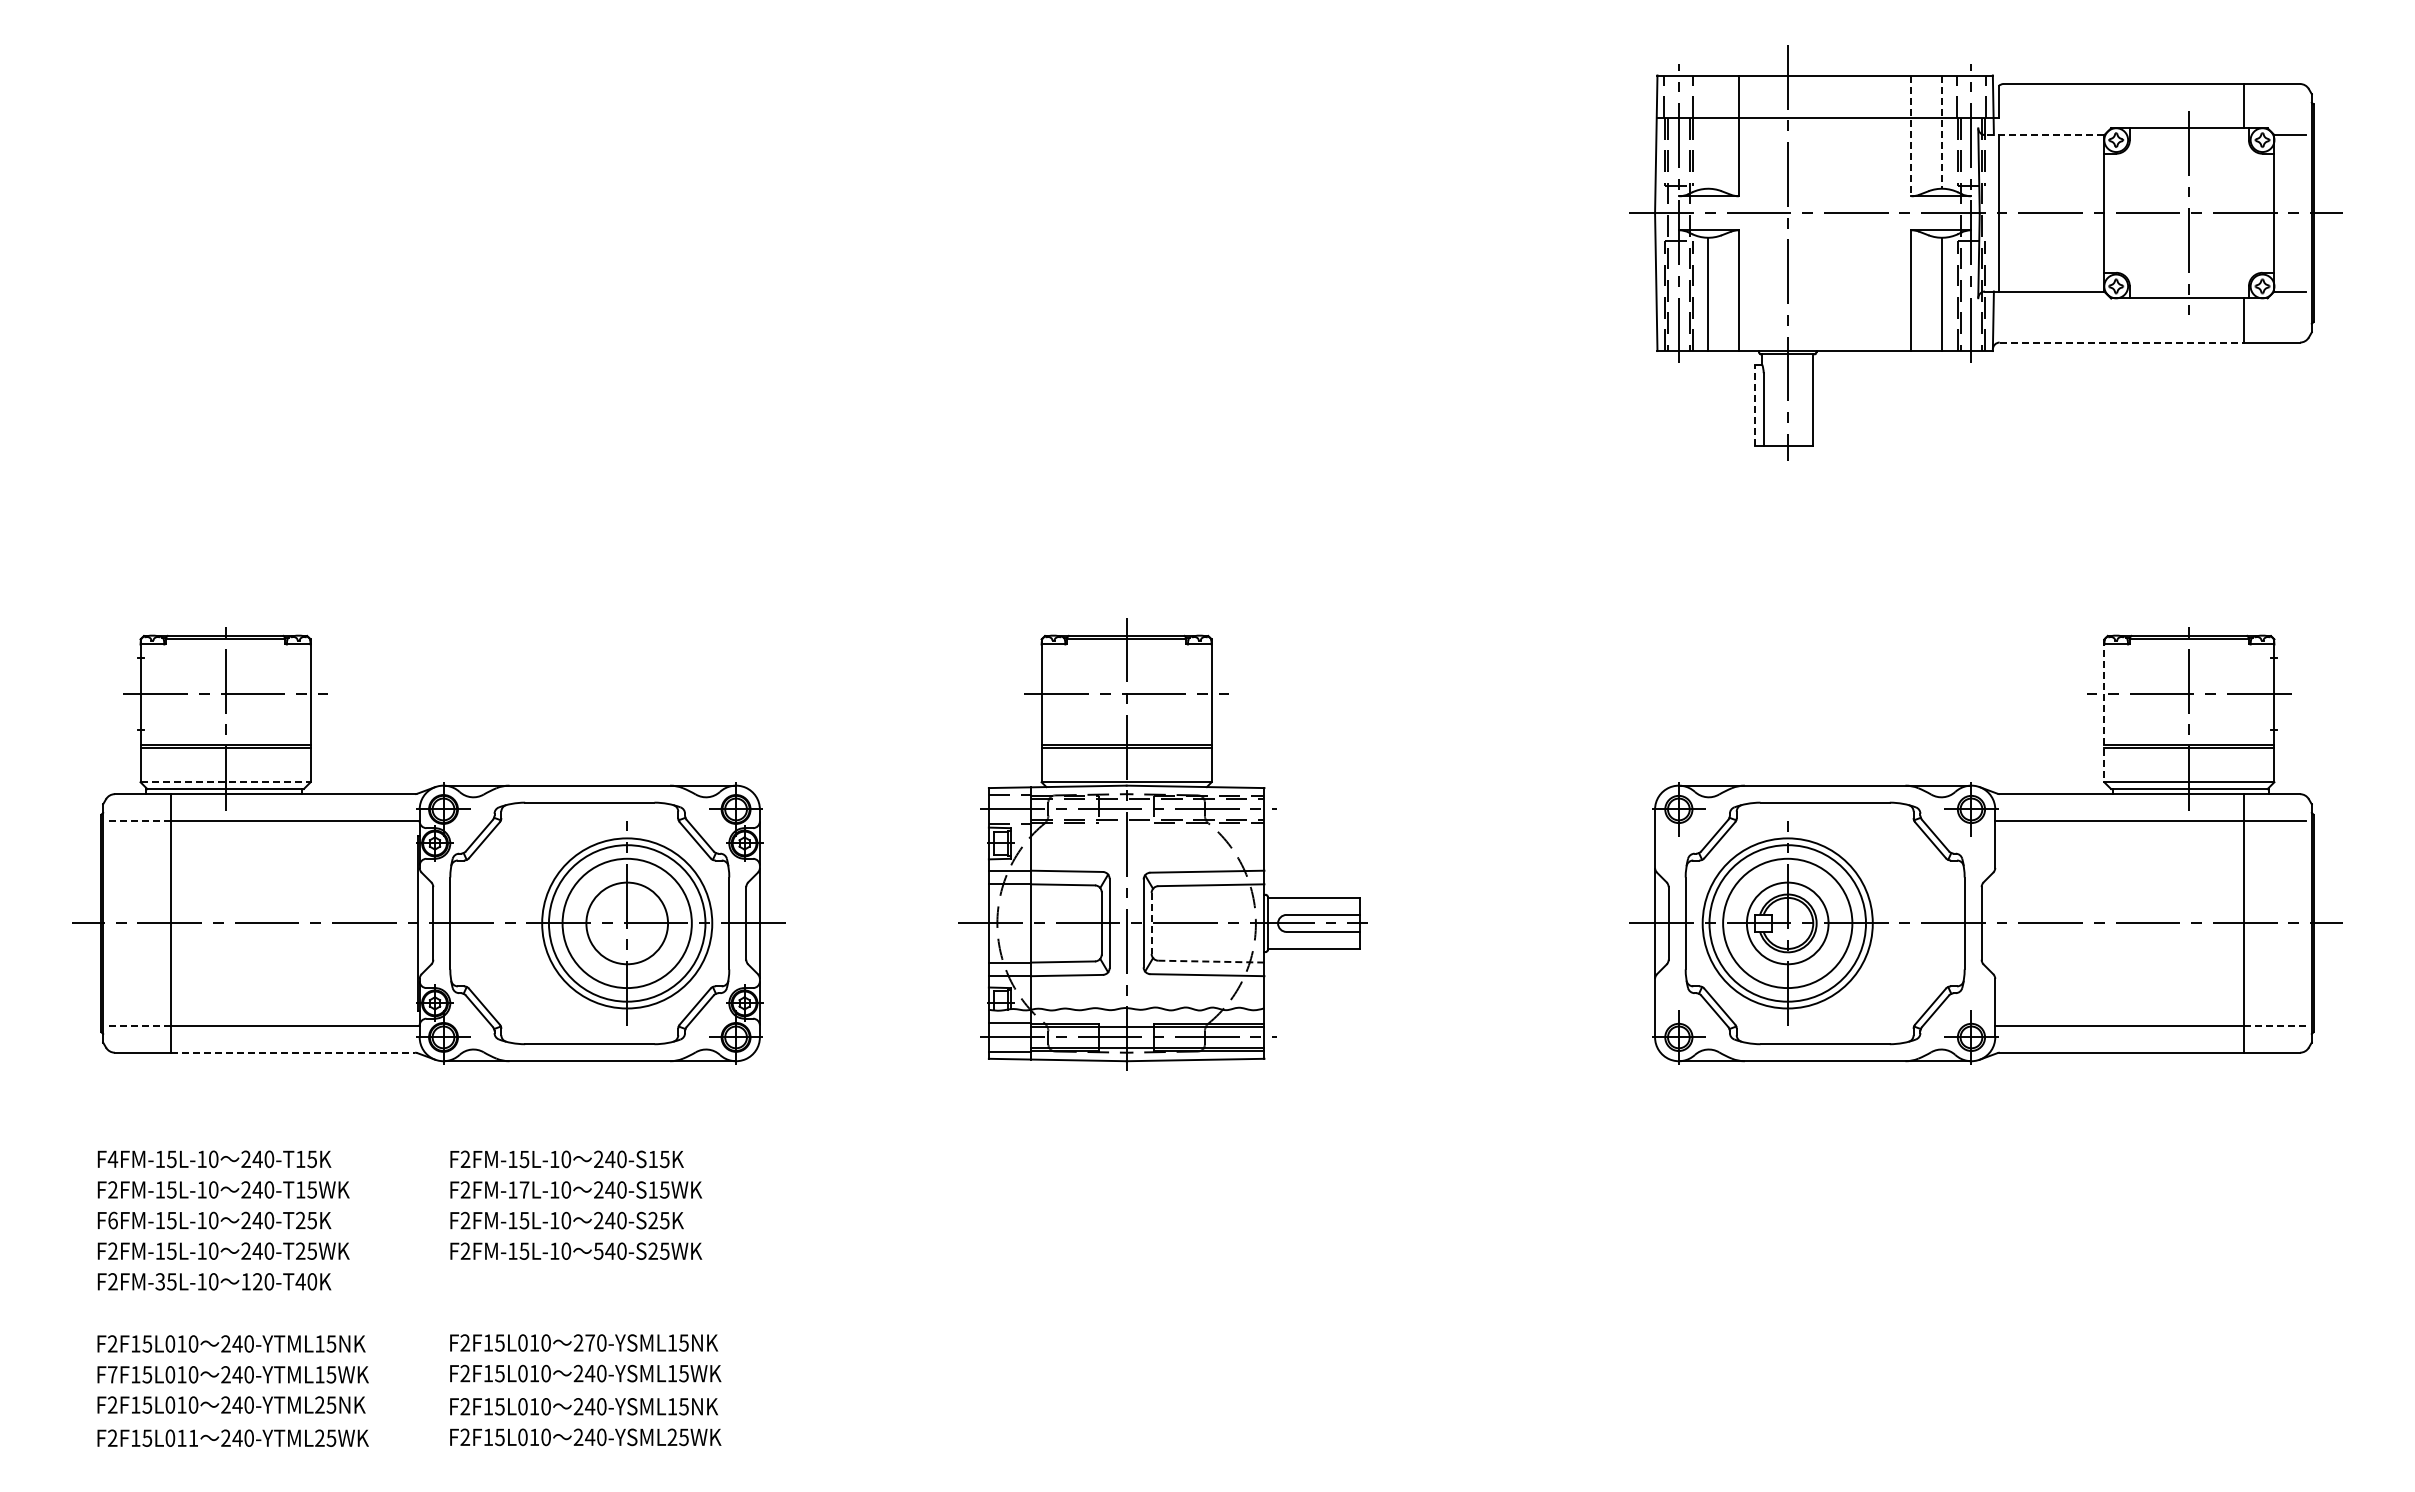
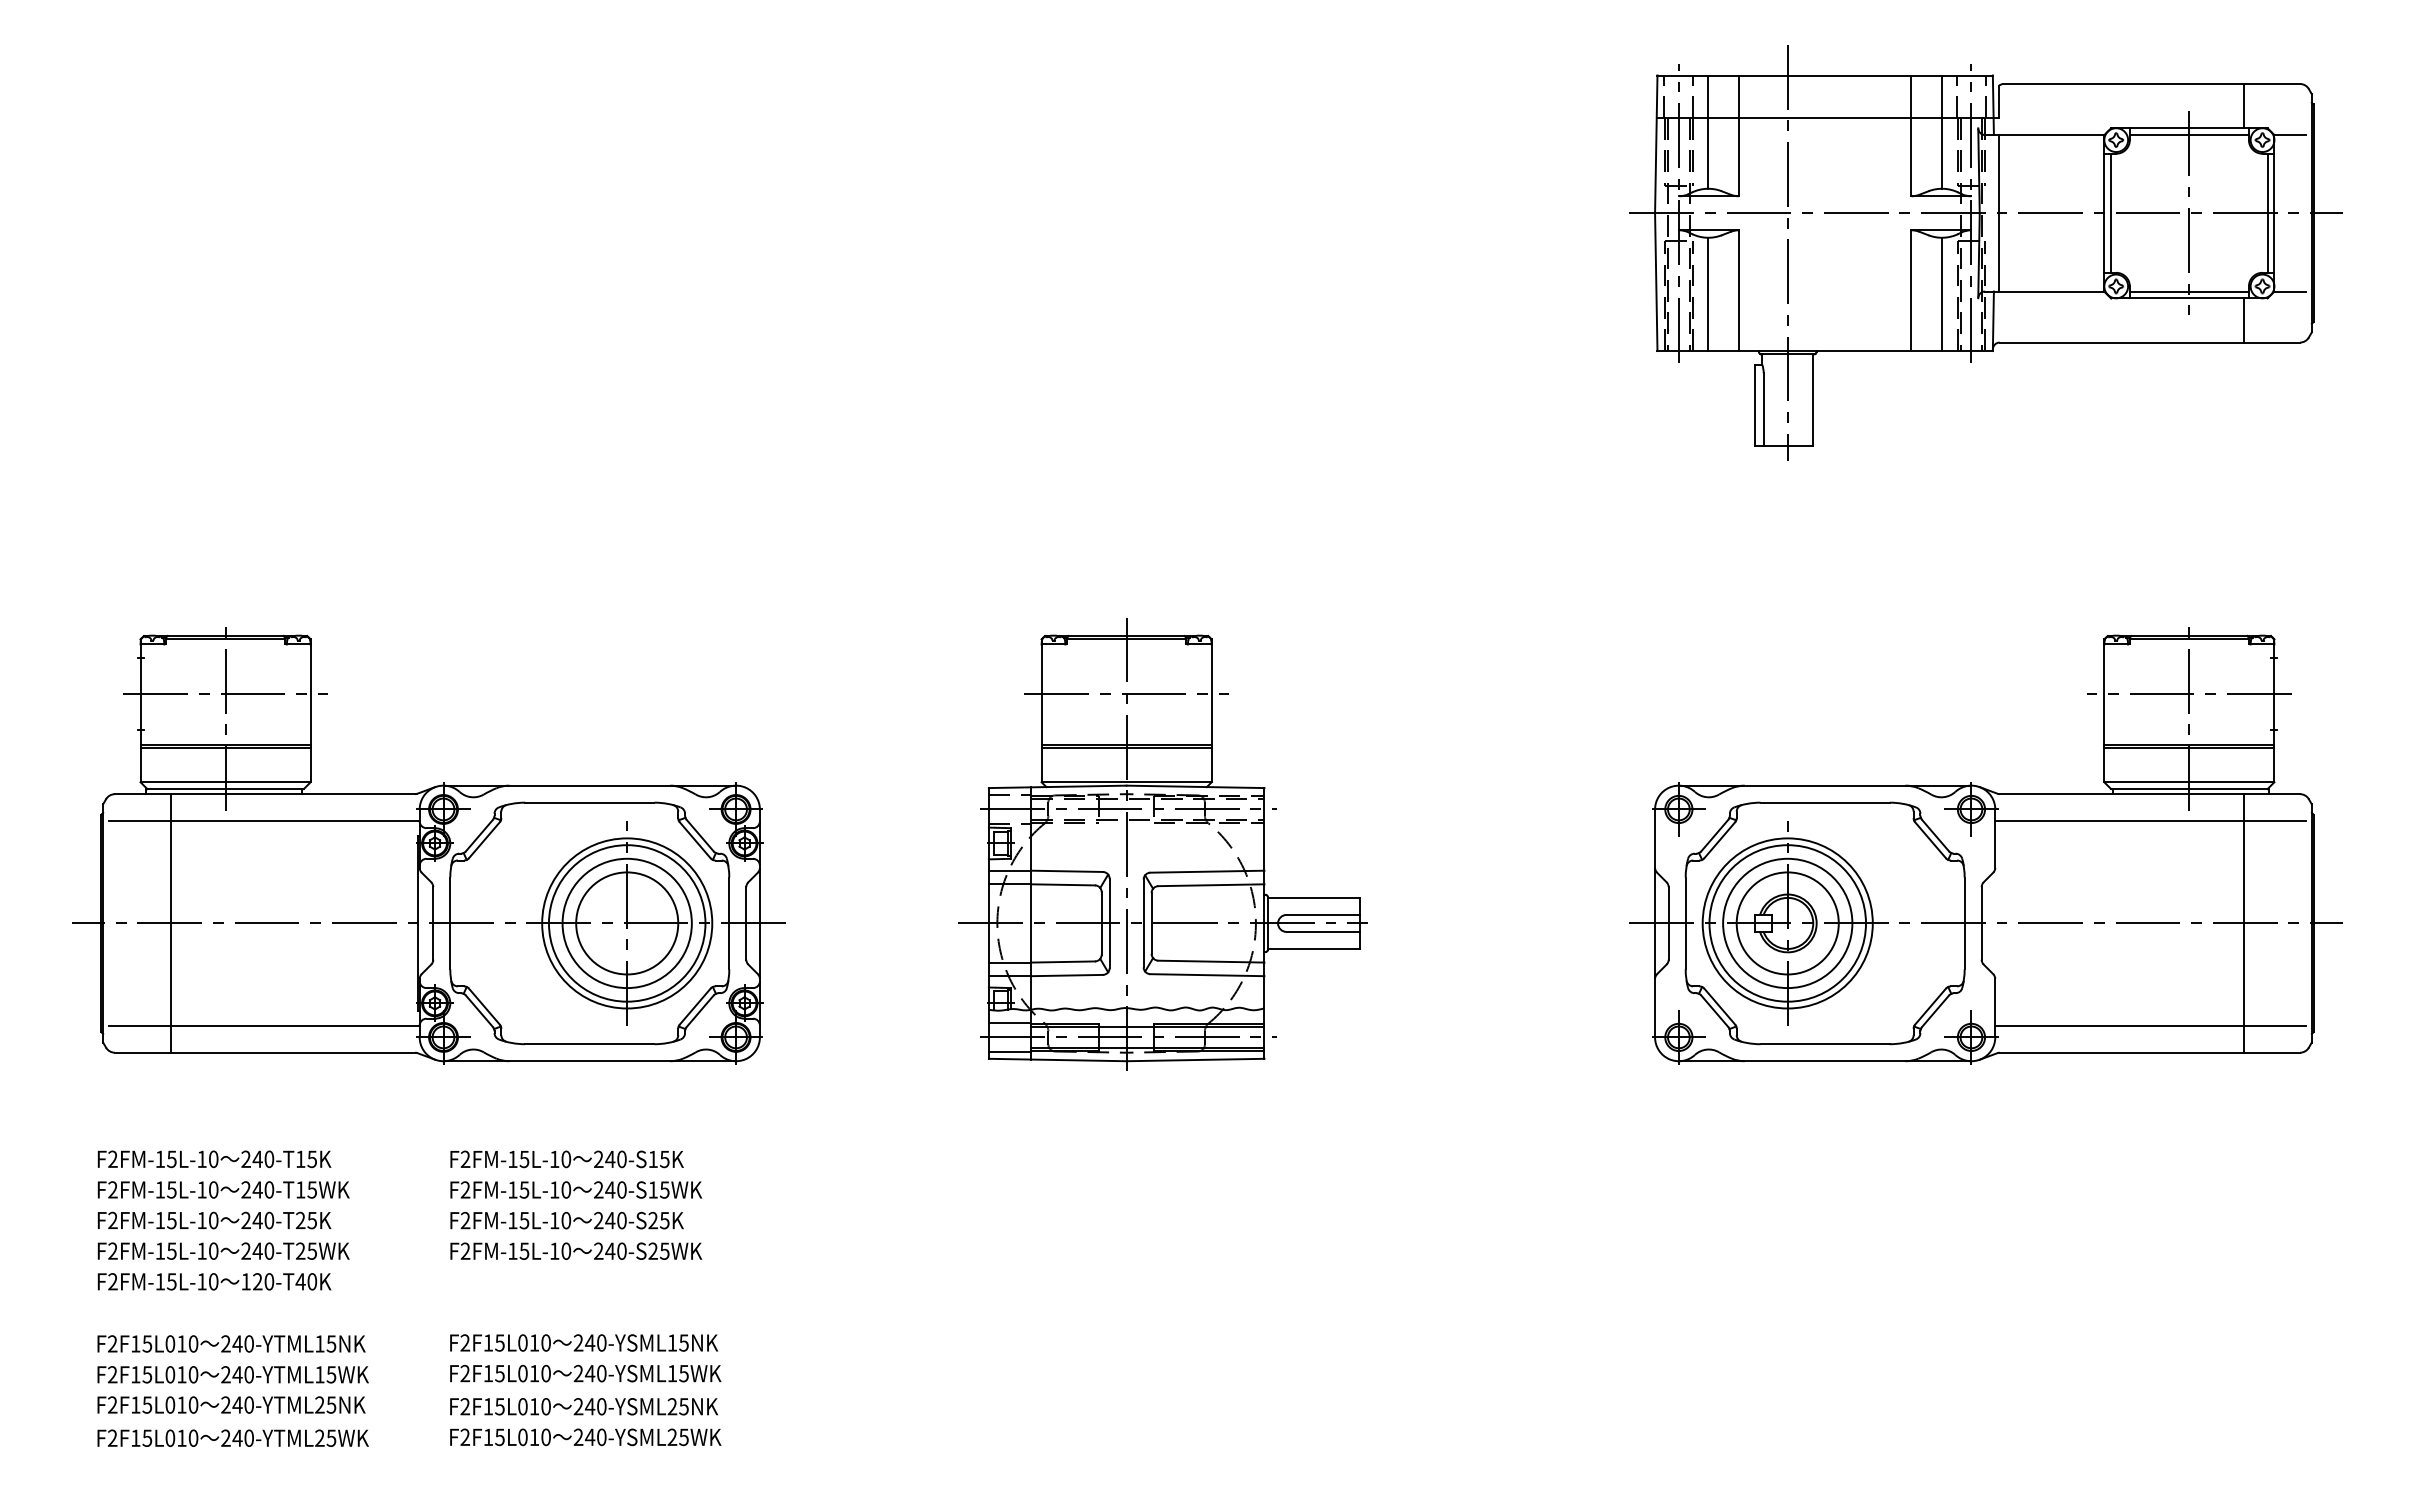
line at (1708, 131): none -> present
line at (1942, 132): dashed -> solid
line at (2044, 135): dashed -> solid
line at (2188, 135): none -> present
line at (1911, 136): dashed -> solid
line at (2111, 212): none -> present
line at (2267, 212): none -> present
line at (2188, 291): none -> present
line at (2122, 342): dashed -> solid
line at (1755, 405): dashed -> solid
line at (2104, 711): dashed -> solid
line at (226, 782): dashed -> solid
line at (140, 820): dashed -> solid
circle at (627, 923) diameter: 82 px -> 102 px
line at (1151, 923): dashed -> solid
circle at (1787, 923) diameter: 82 px -> 102 px
line at (1211, 961): dashed -> solid
line at (140, 1026): dashed -> solid
line at (2274, 1026): dashed -> solid
line at (293, 1052): dashed -> solid
text at (112, 1158): F4FM-15L-10 -> F2FM-15L-10
text at (524, 1189): F2FM-17L-10 -> F2FM-15L-10
text at (112, 1220): F6FM-15L-10 -> F2FM-15L-10
text at (598, 1250): 540-S25WK -> 240-S25WK
text at (159, 1281): F2FM-35L-10 -> F2FM-15L-10
text at (590, 1342): 270-YSML15NK -> 240-YSML15NK
text at (112, 1374): F7F15L010 -> F2F15L010
text at (672, 1406): 240-YSML15NK -> 240-YSML25NK
text at (193, 1437): F2F15L011 -> F2F15L010
